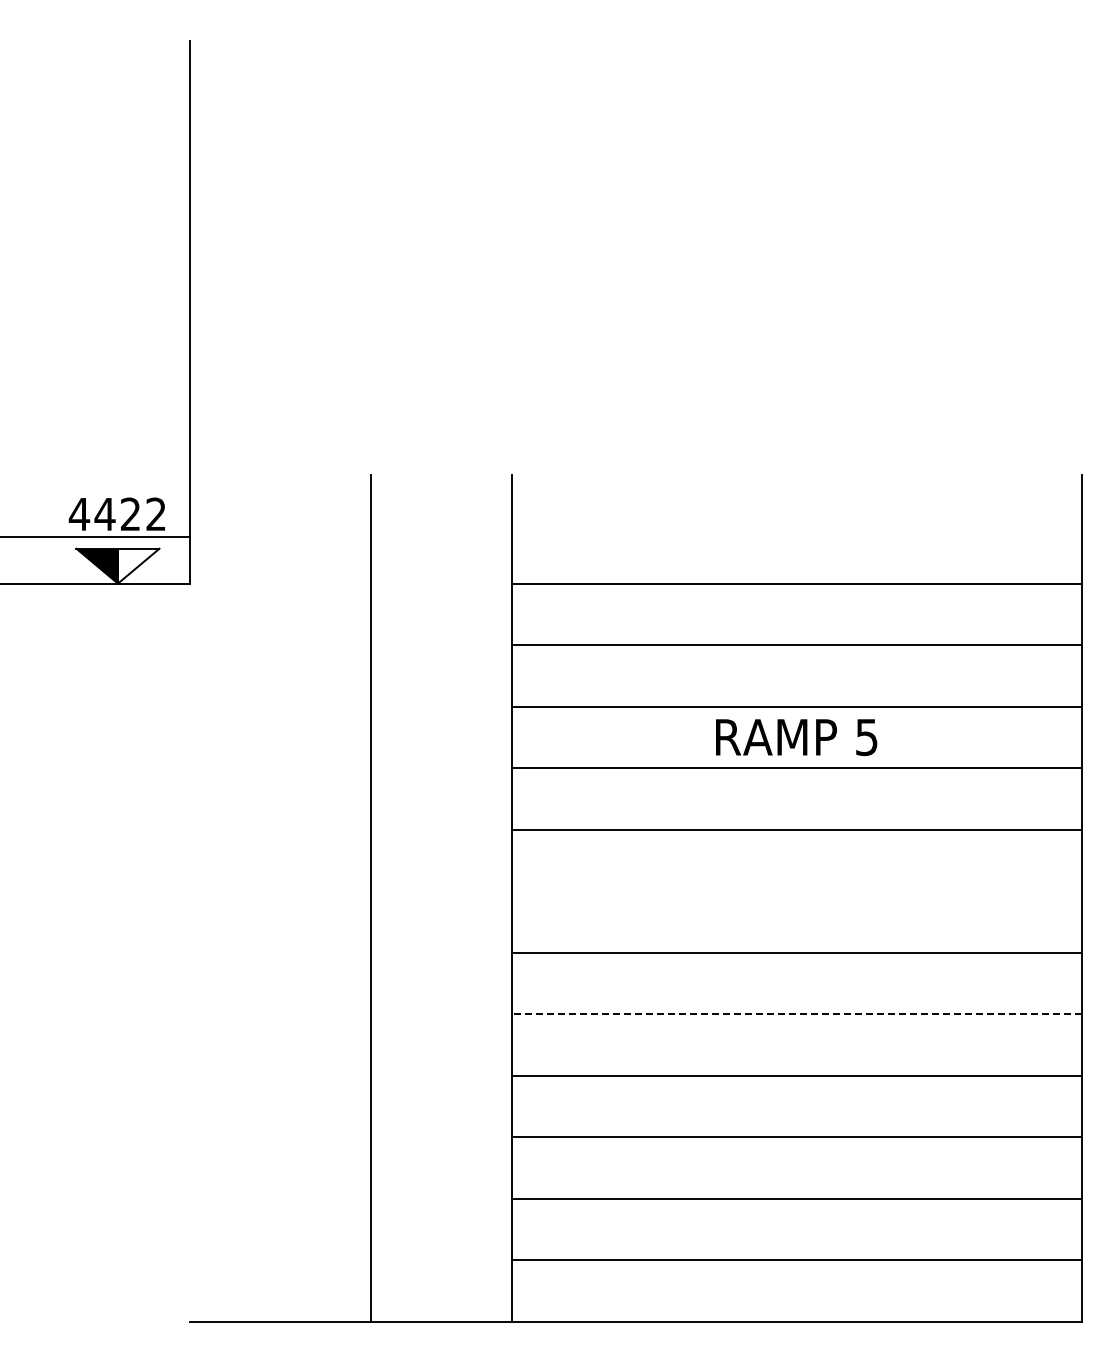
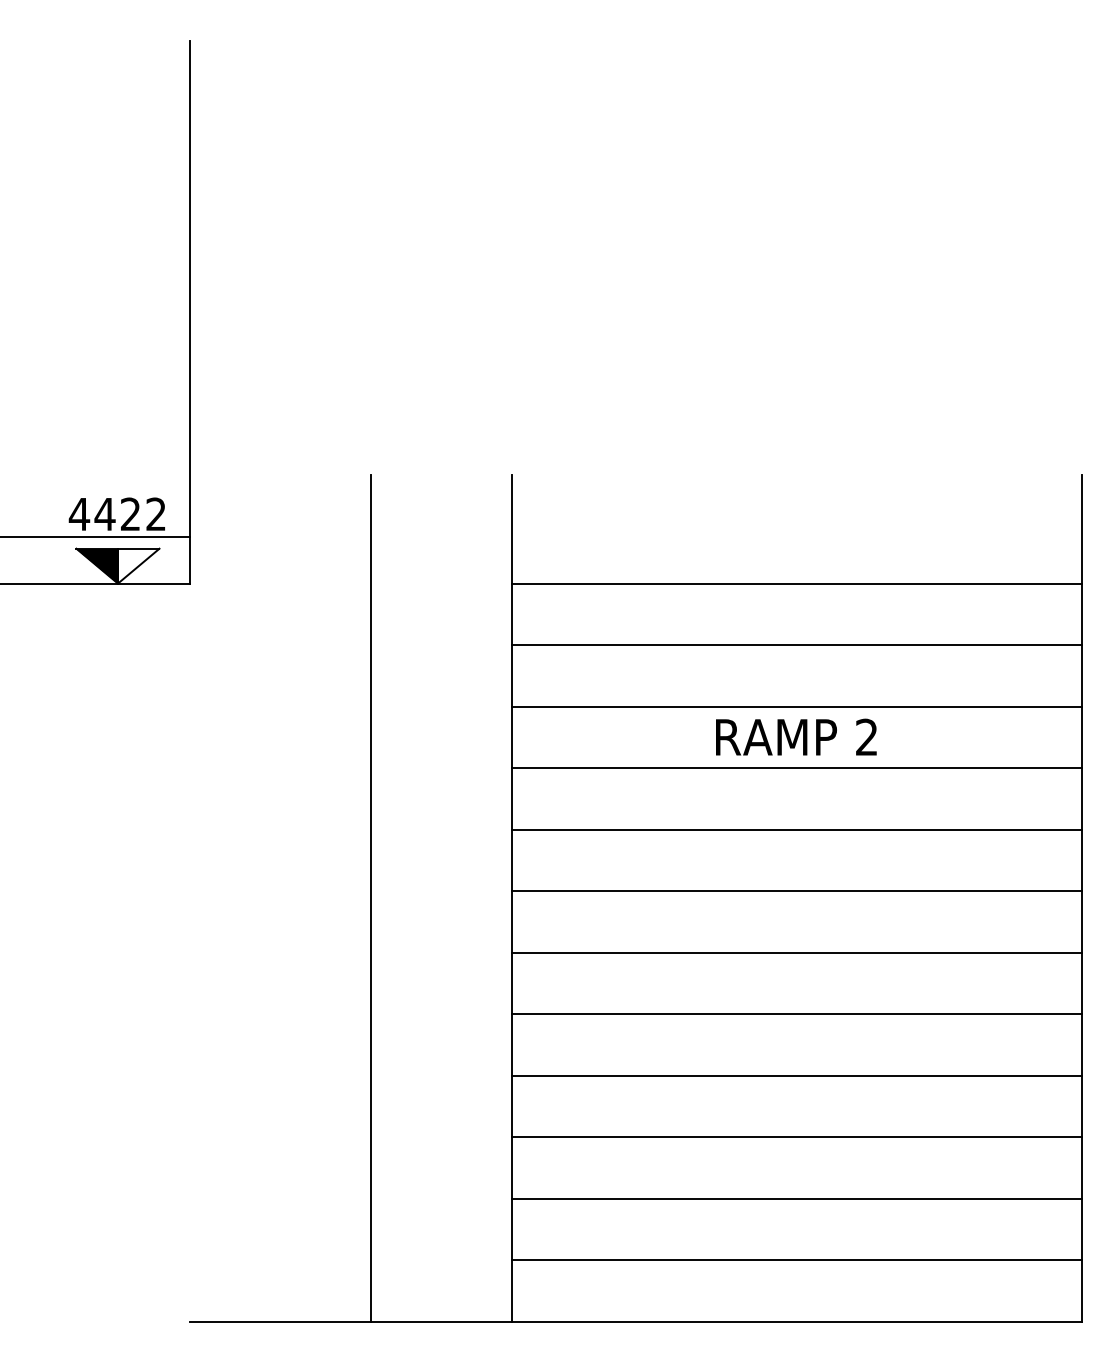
text at (866, 737): 5 -> 2
line at (796, 891): none -> present
line at (796, 1014): dashed -> solid
